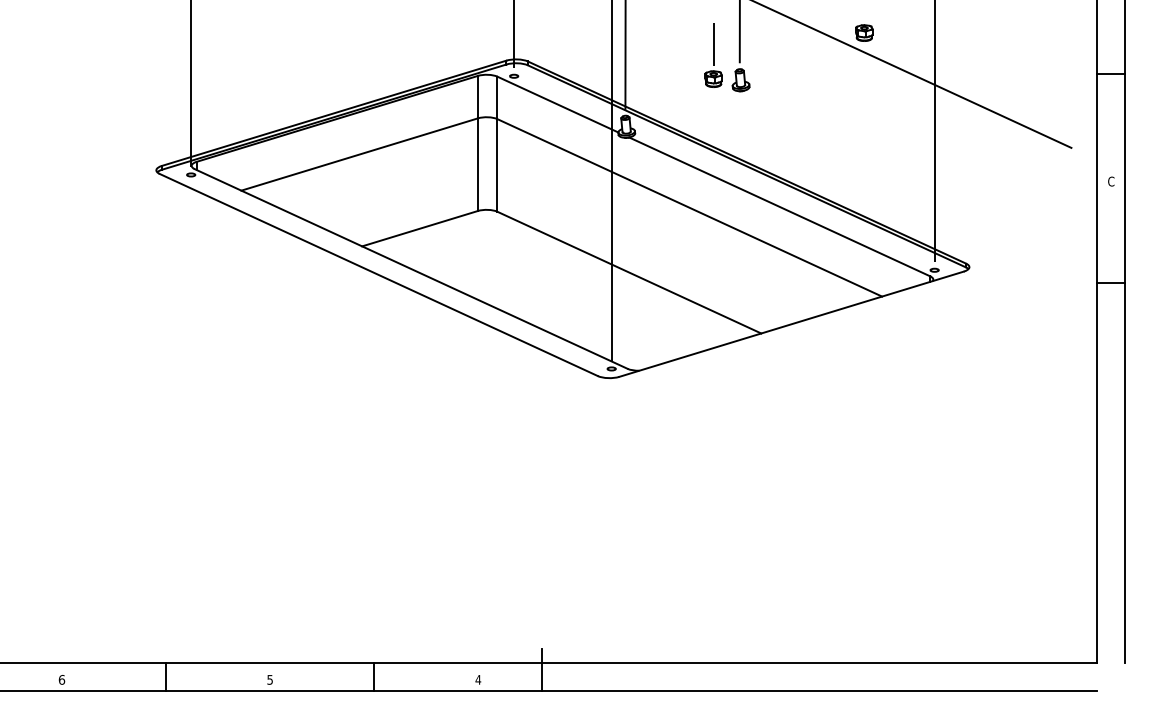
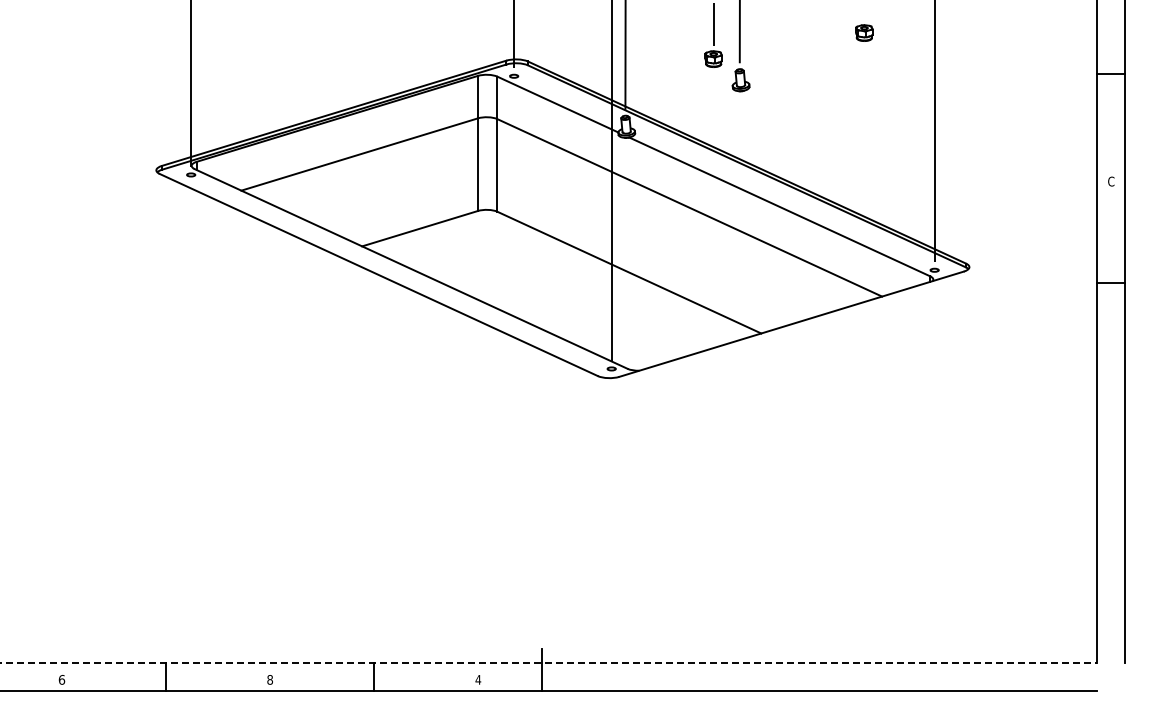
part at (713, 55) position: (713, 55) -> (713, 35)
line at (913, 74): present -> none
line at (549, 662): solid -> dashed
text at (269, 679): 5 -> 8
